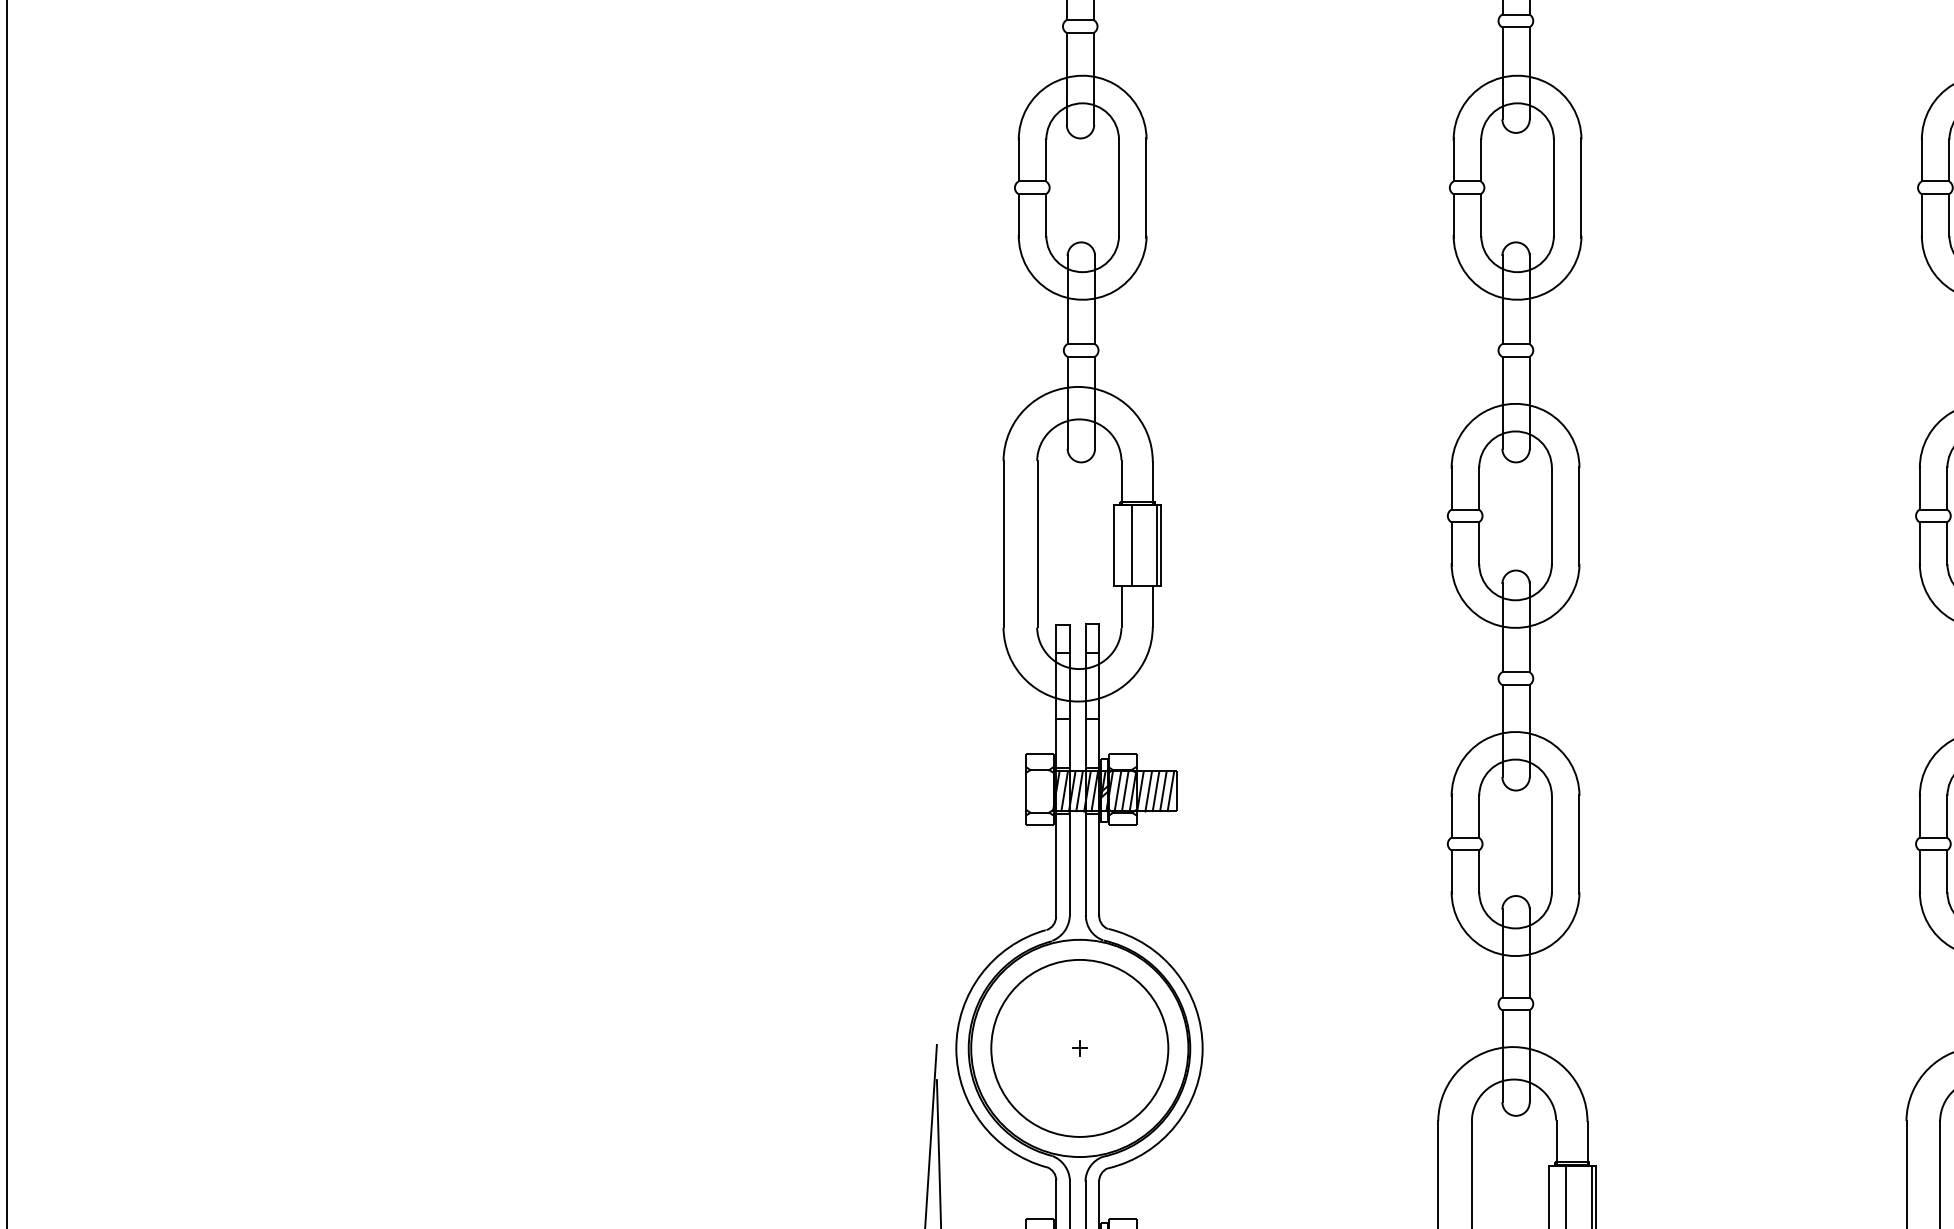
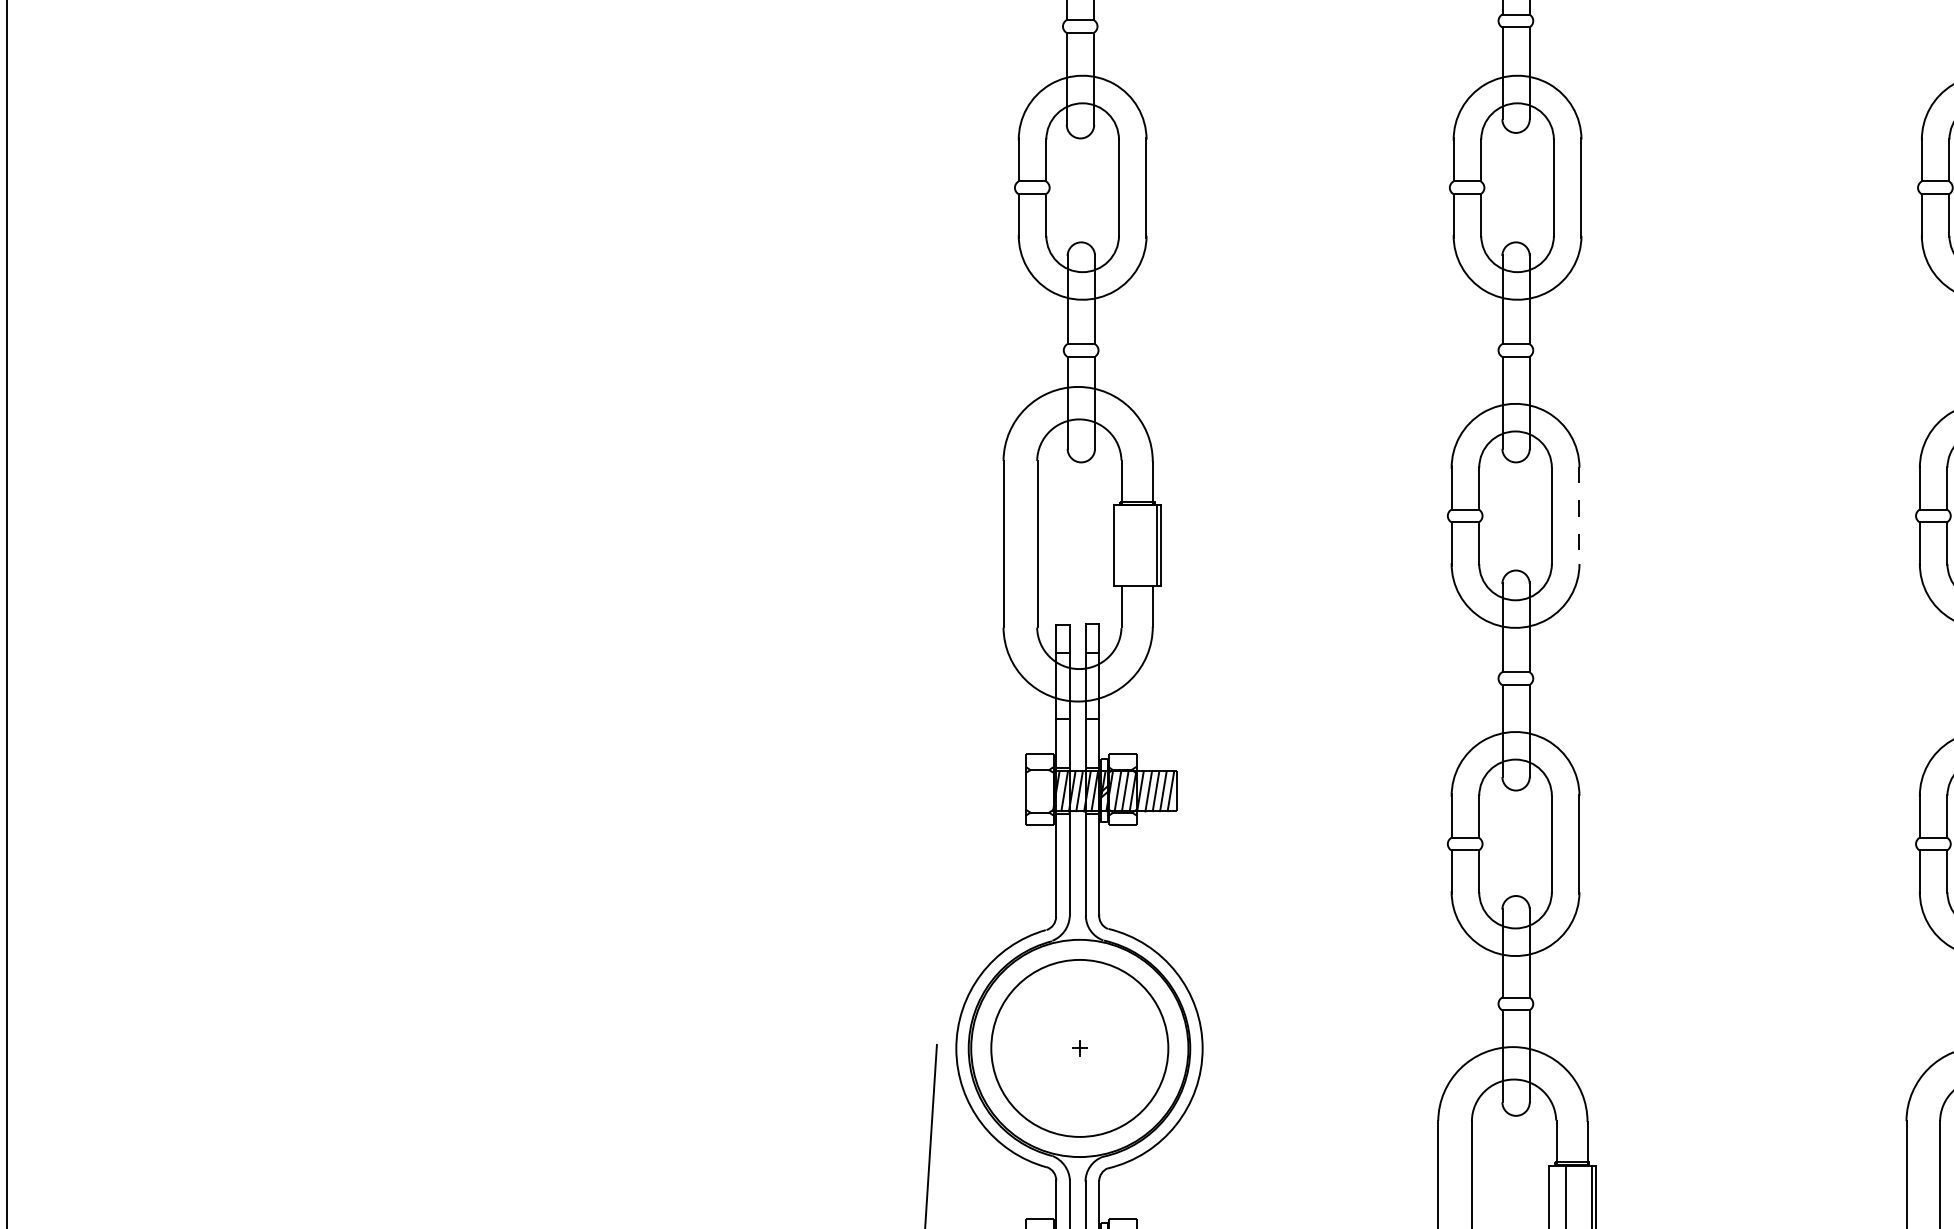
line at (1579, 516): solid -> dashed
line at (1131, 545): present -> none
line at (938, 1152): present -> none
